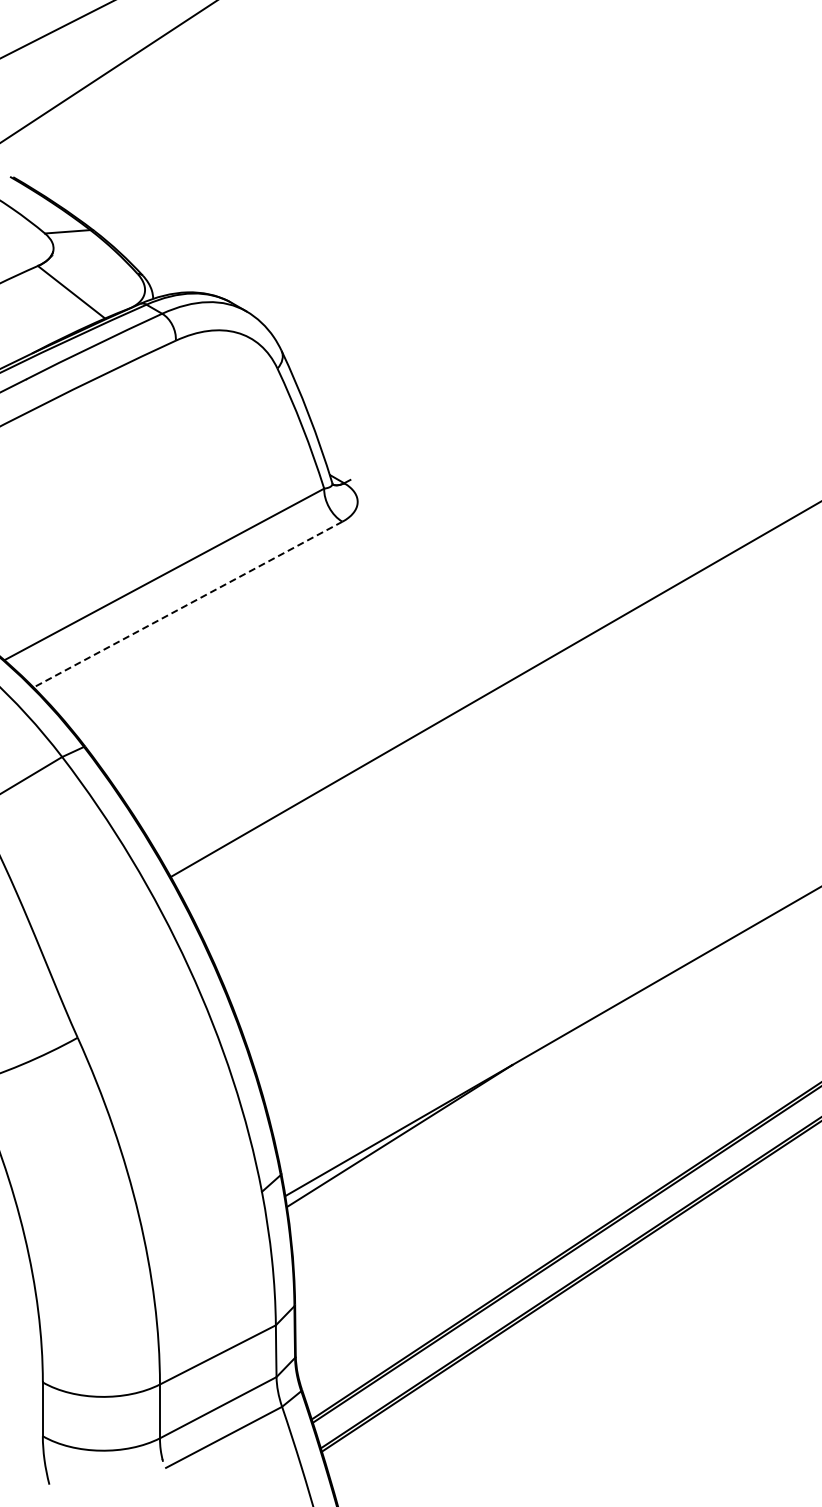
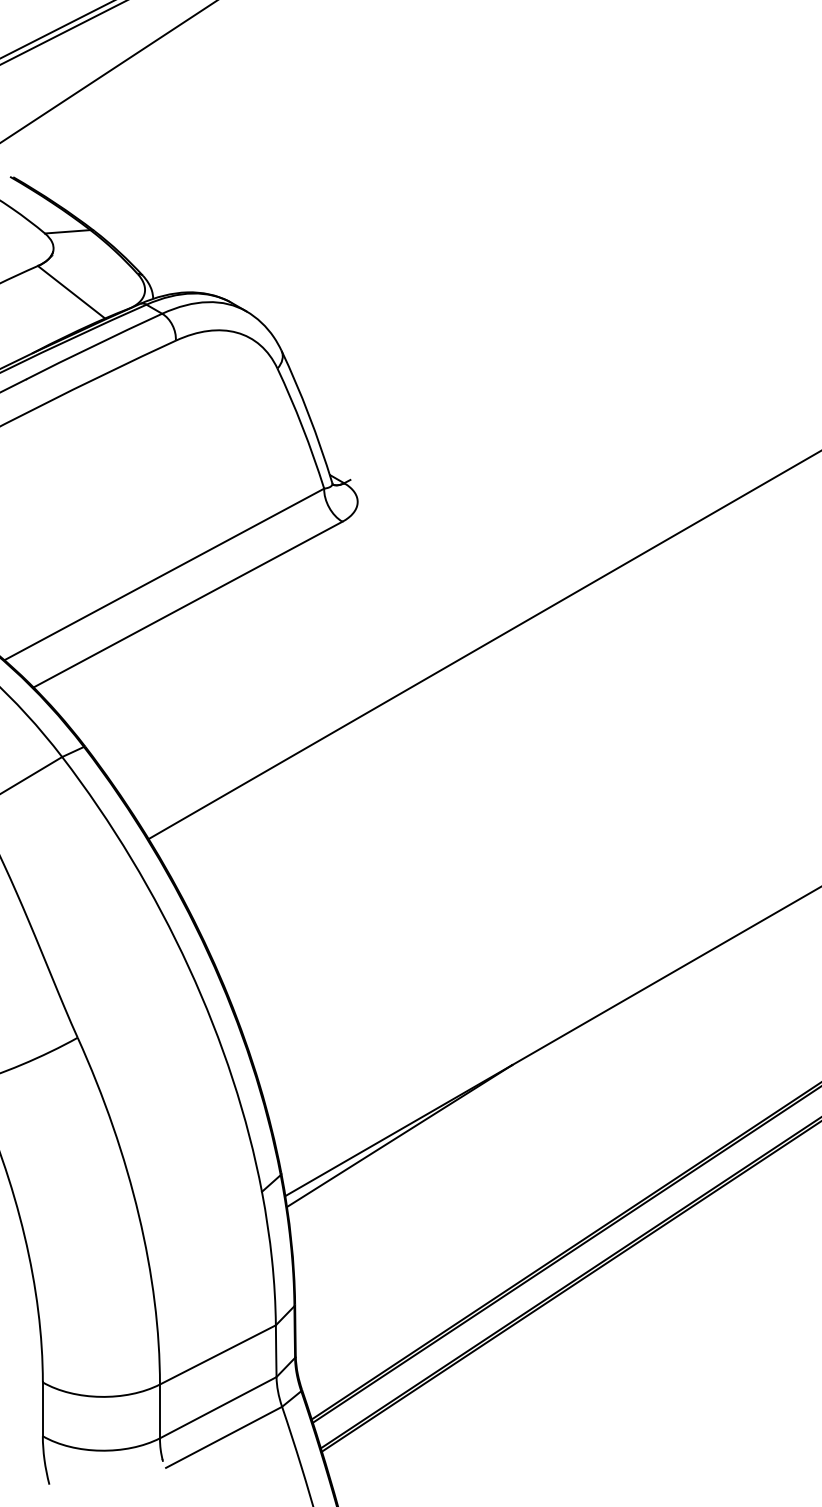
line at (62, 32): none -> present
line at (187, 604): dashed -> solid
line at (494, 689) position: (494, 689) -> (483, 645)
